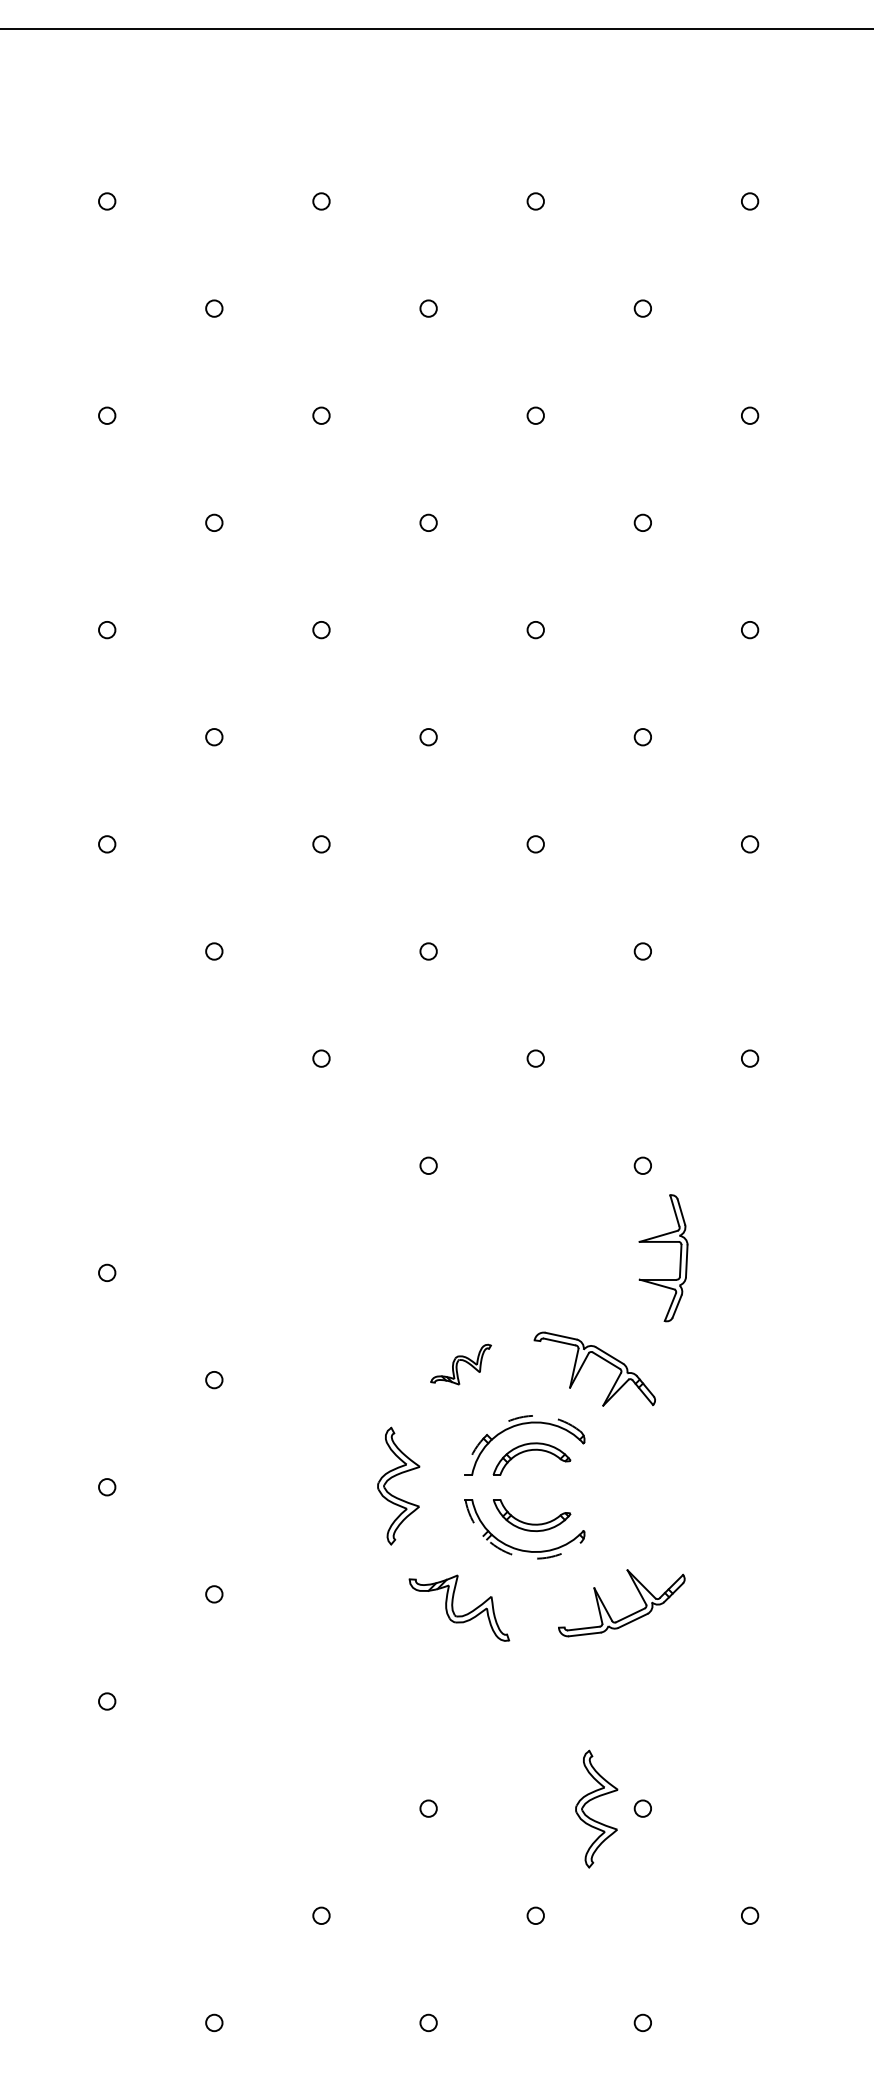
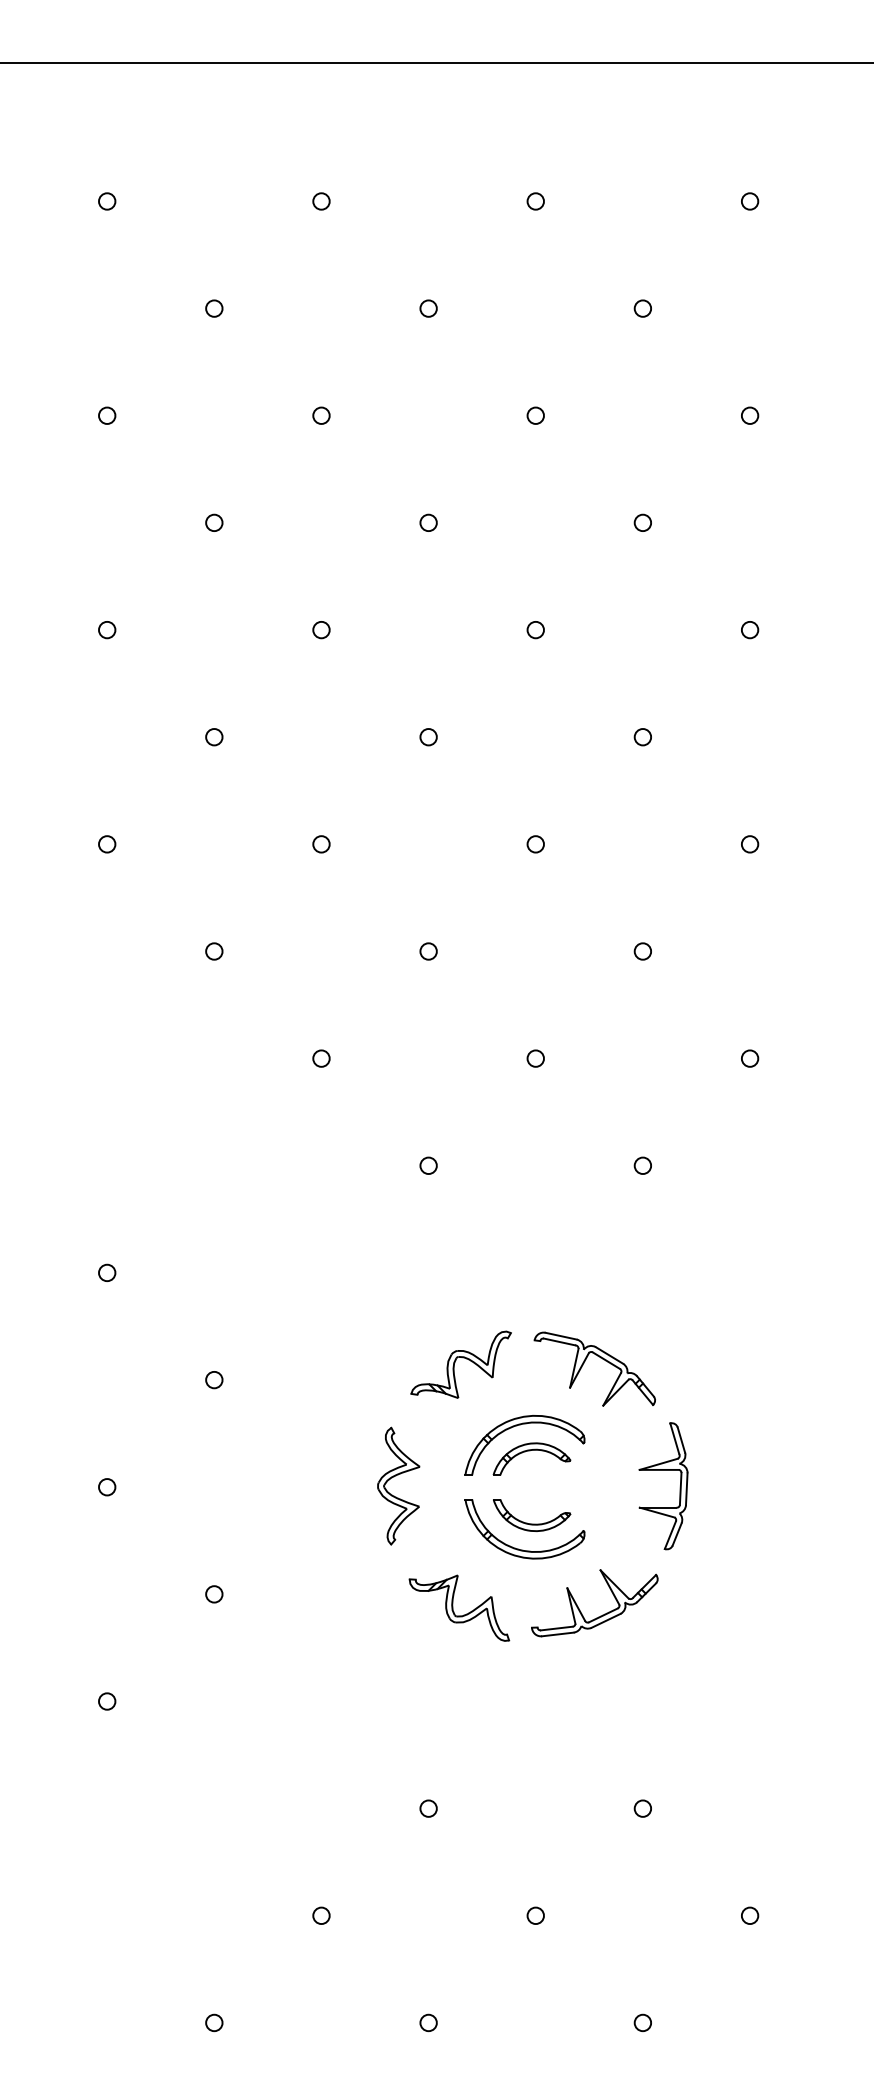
line at (436, 28) position: (436, 28) -> (436, 62)
part at (663, 1242) position: (663, 1242) -> (663, 1470)
part at (460, 1364) size: 62x43 px -> 102x69 px
arc at (510, 1420): dashed -> solid
arc at (510, 1553): dashed -> solid
part at (627, 1615) position: (627, 1615) -> (600, 1615)
part at (592, 1800): present -> none
